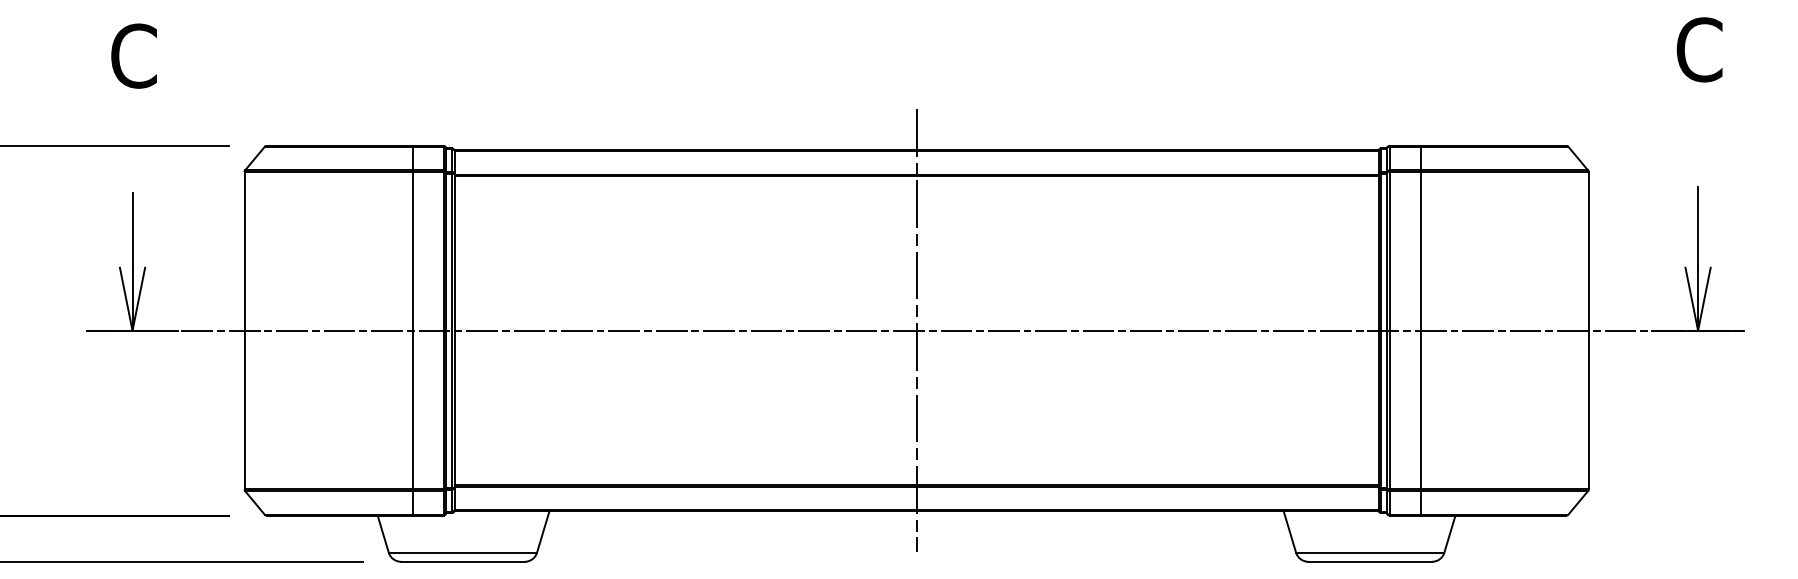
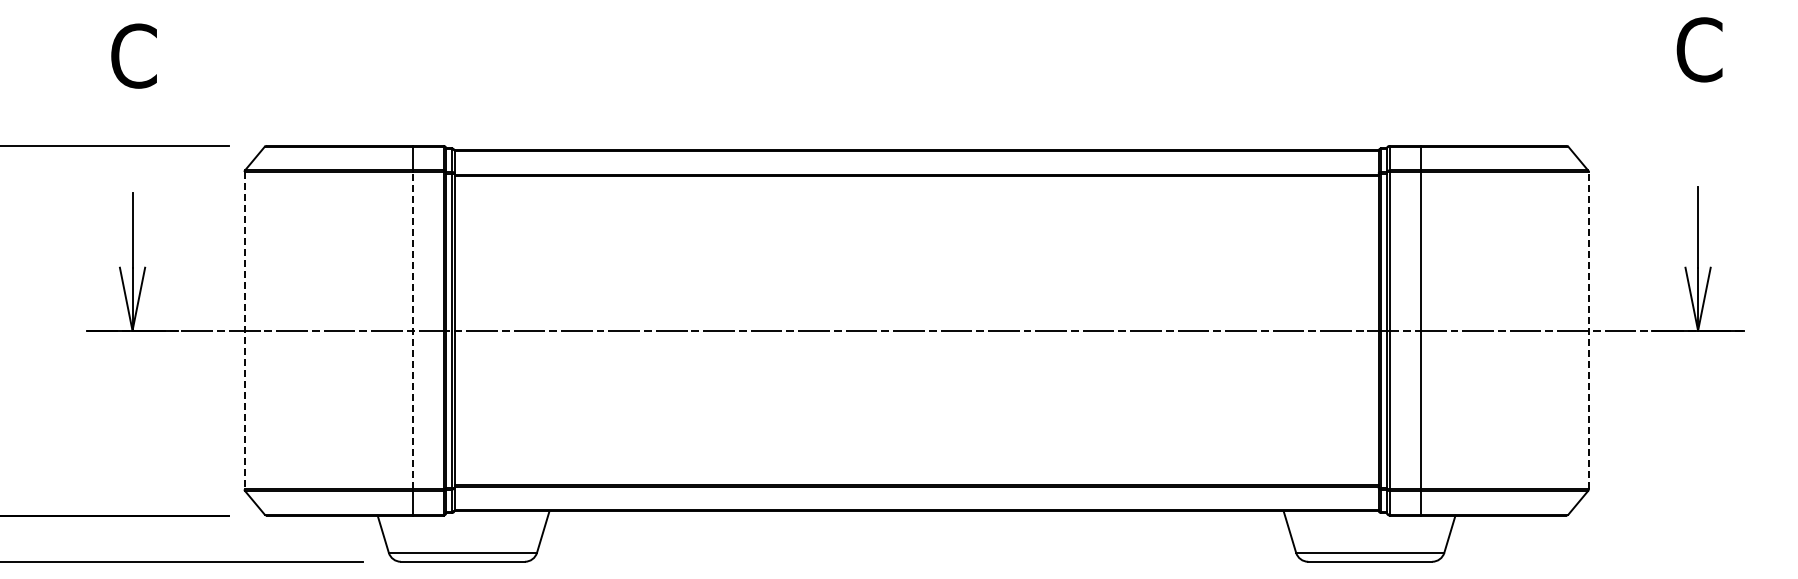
line at (244, 330): solid -> dashed
line at (412, 330): solid -> dashed
line at (916, 330): present -> none
line at (1588, 330): solid -> dashed
